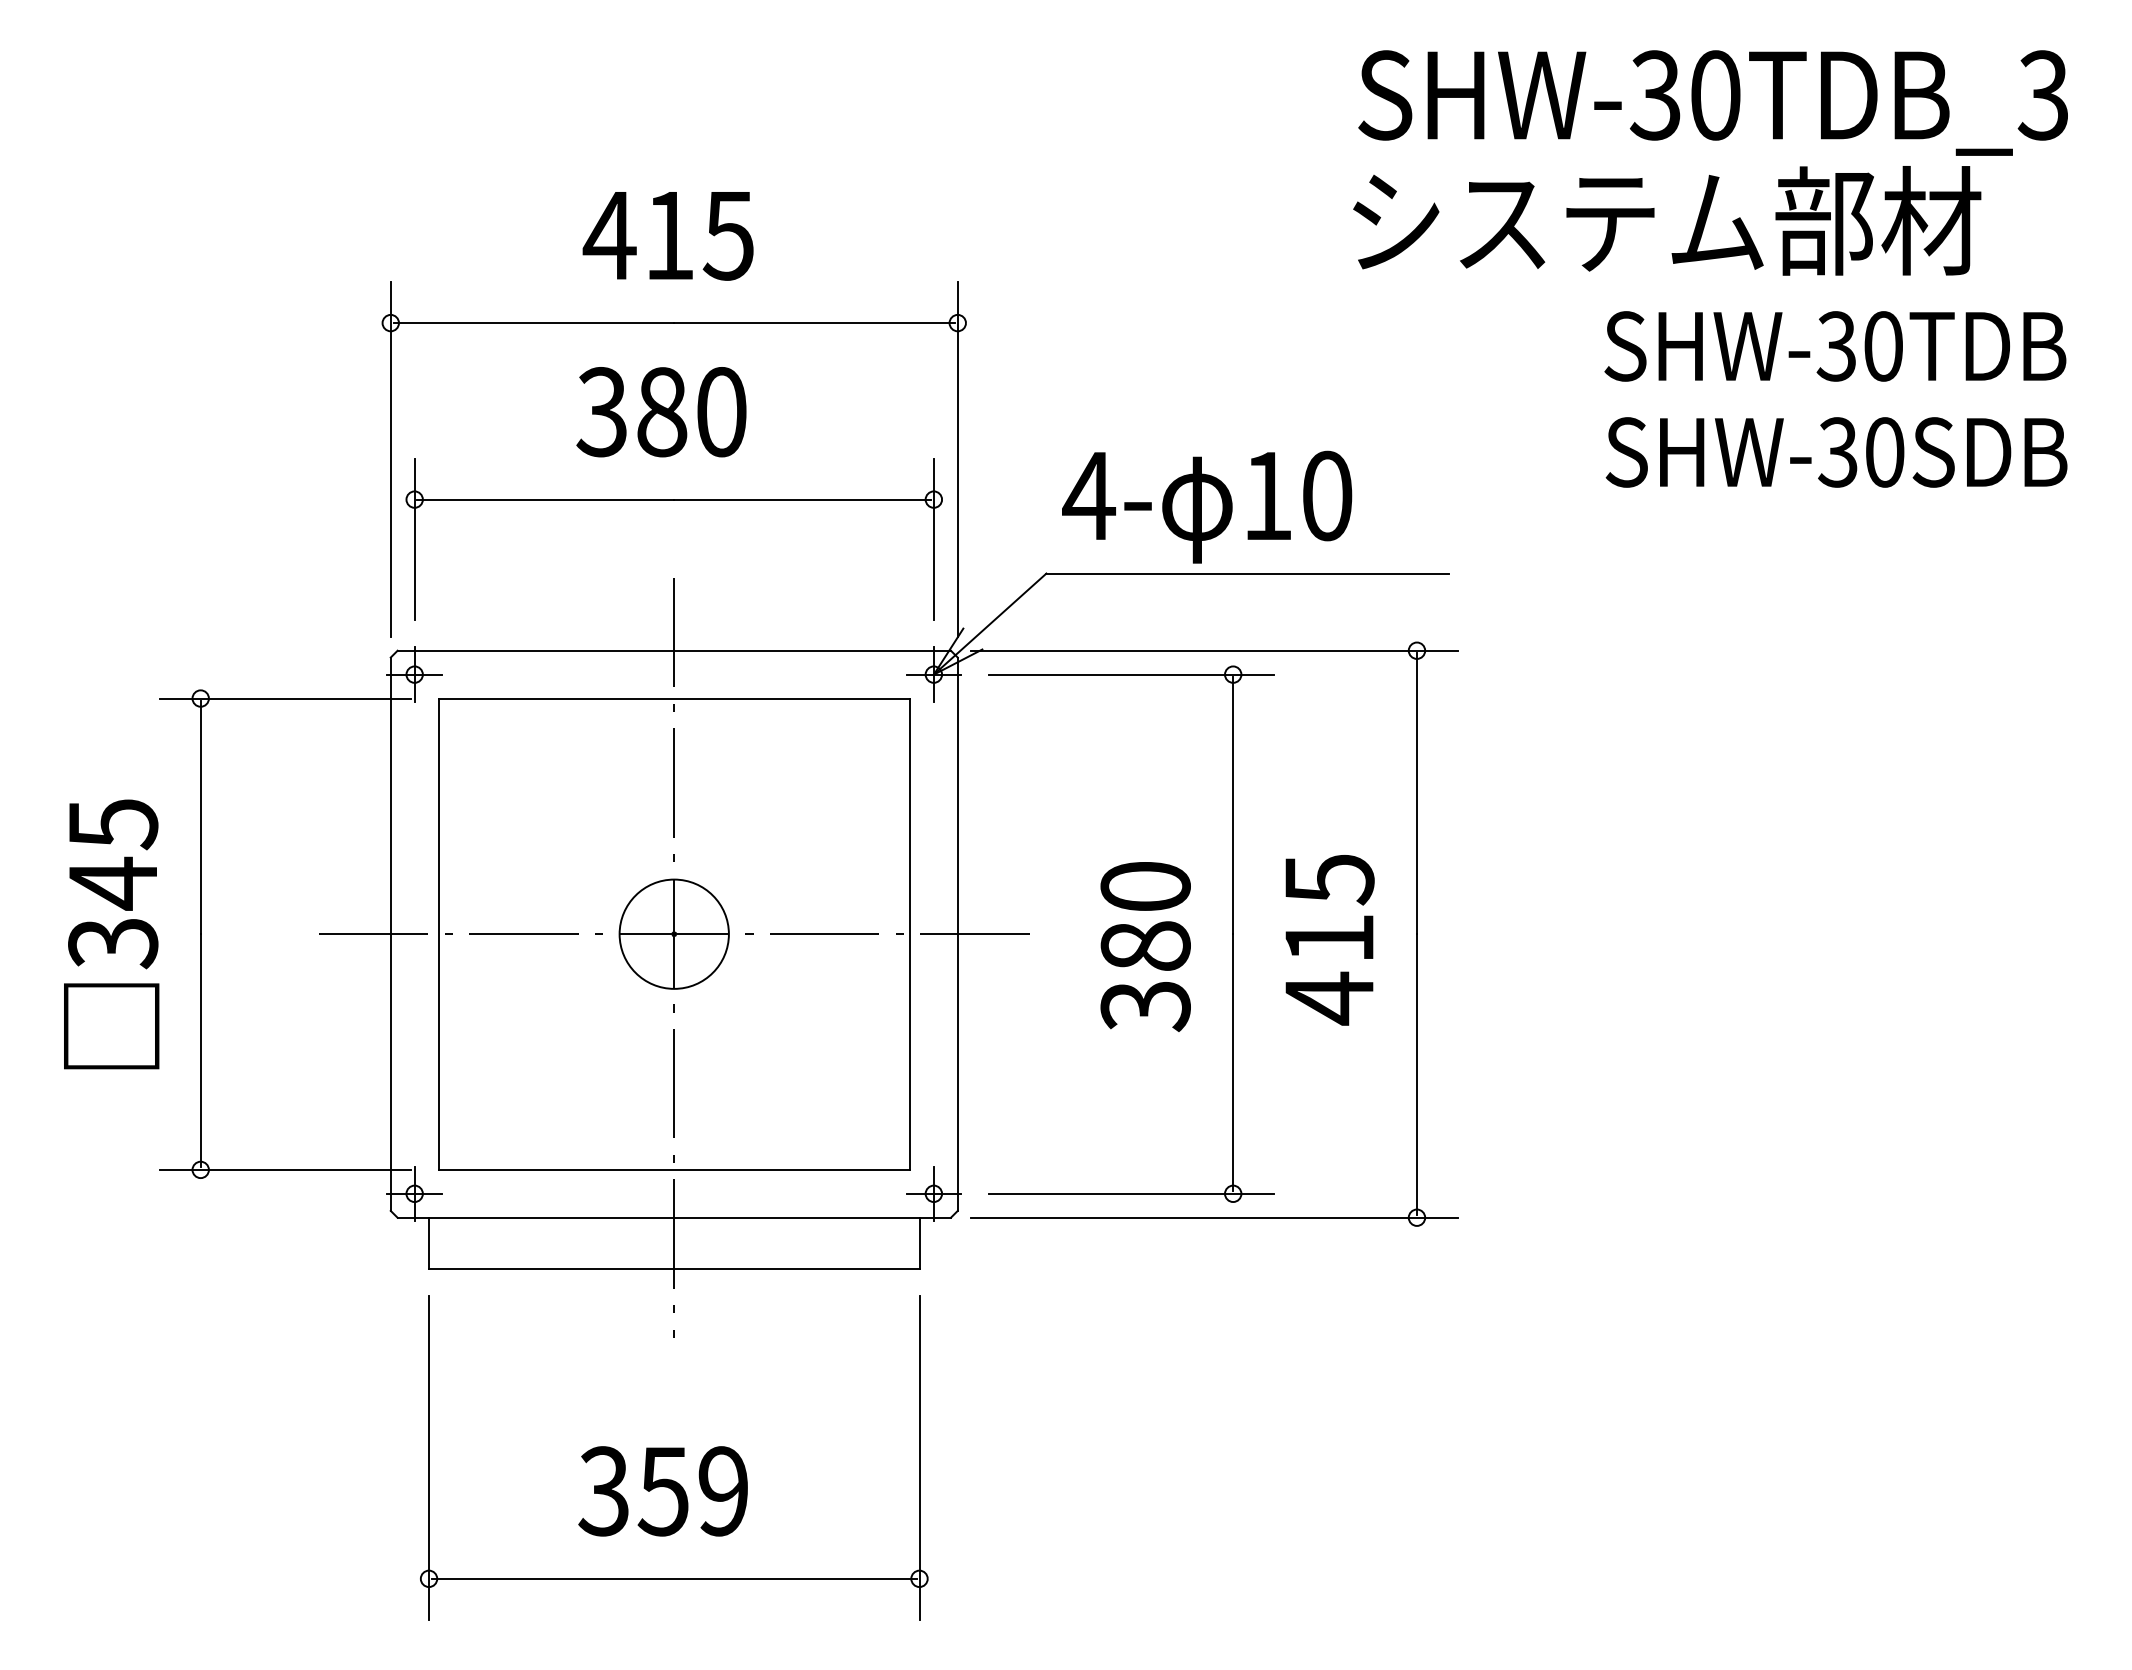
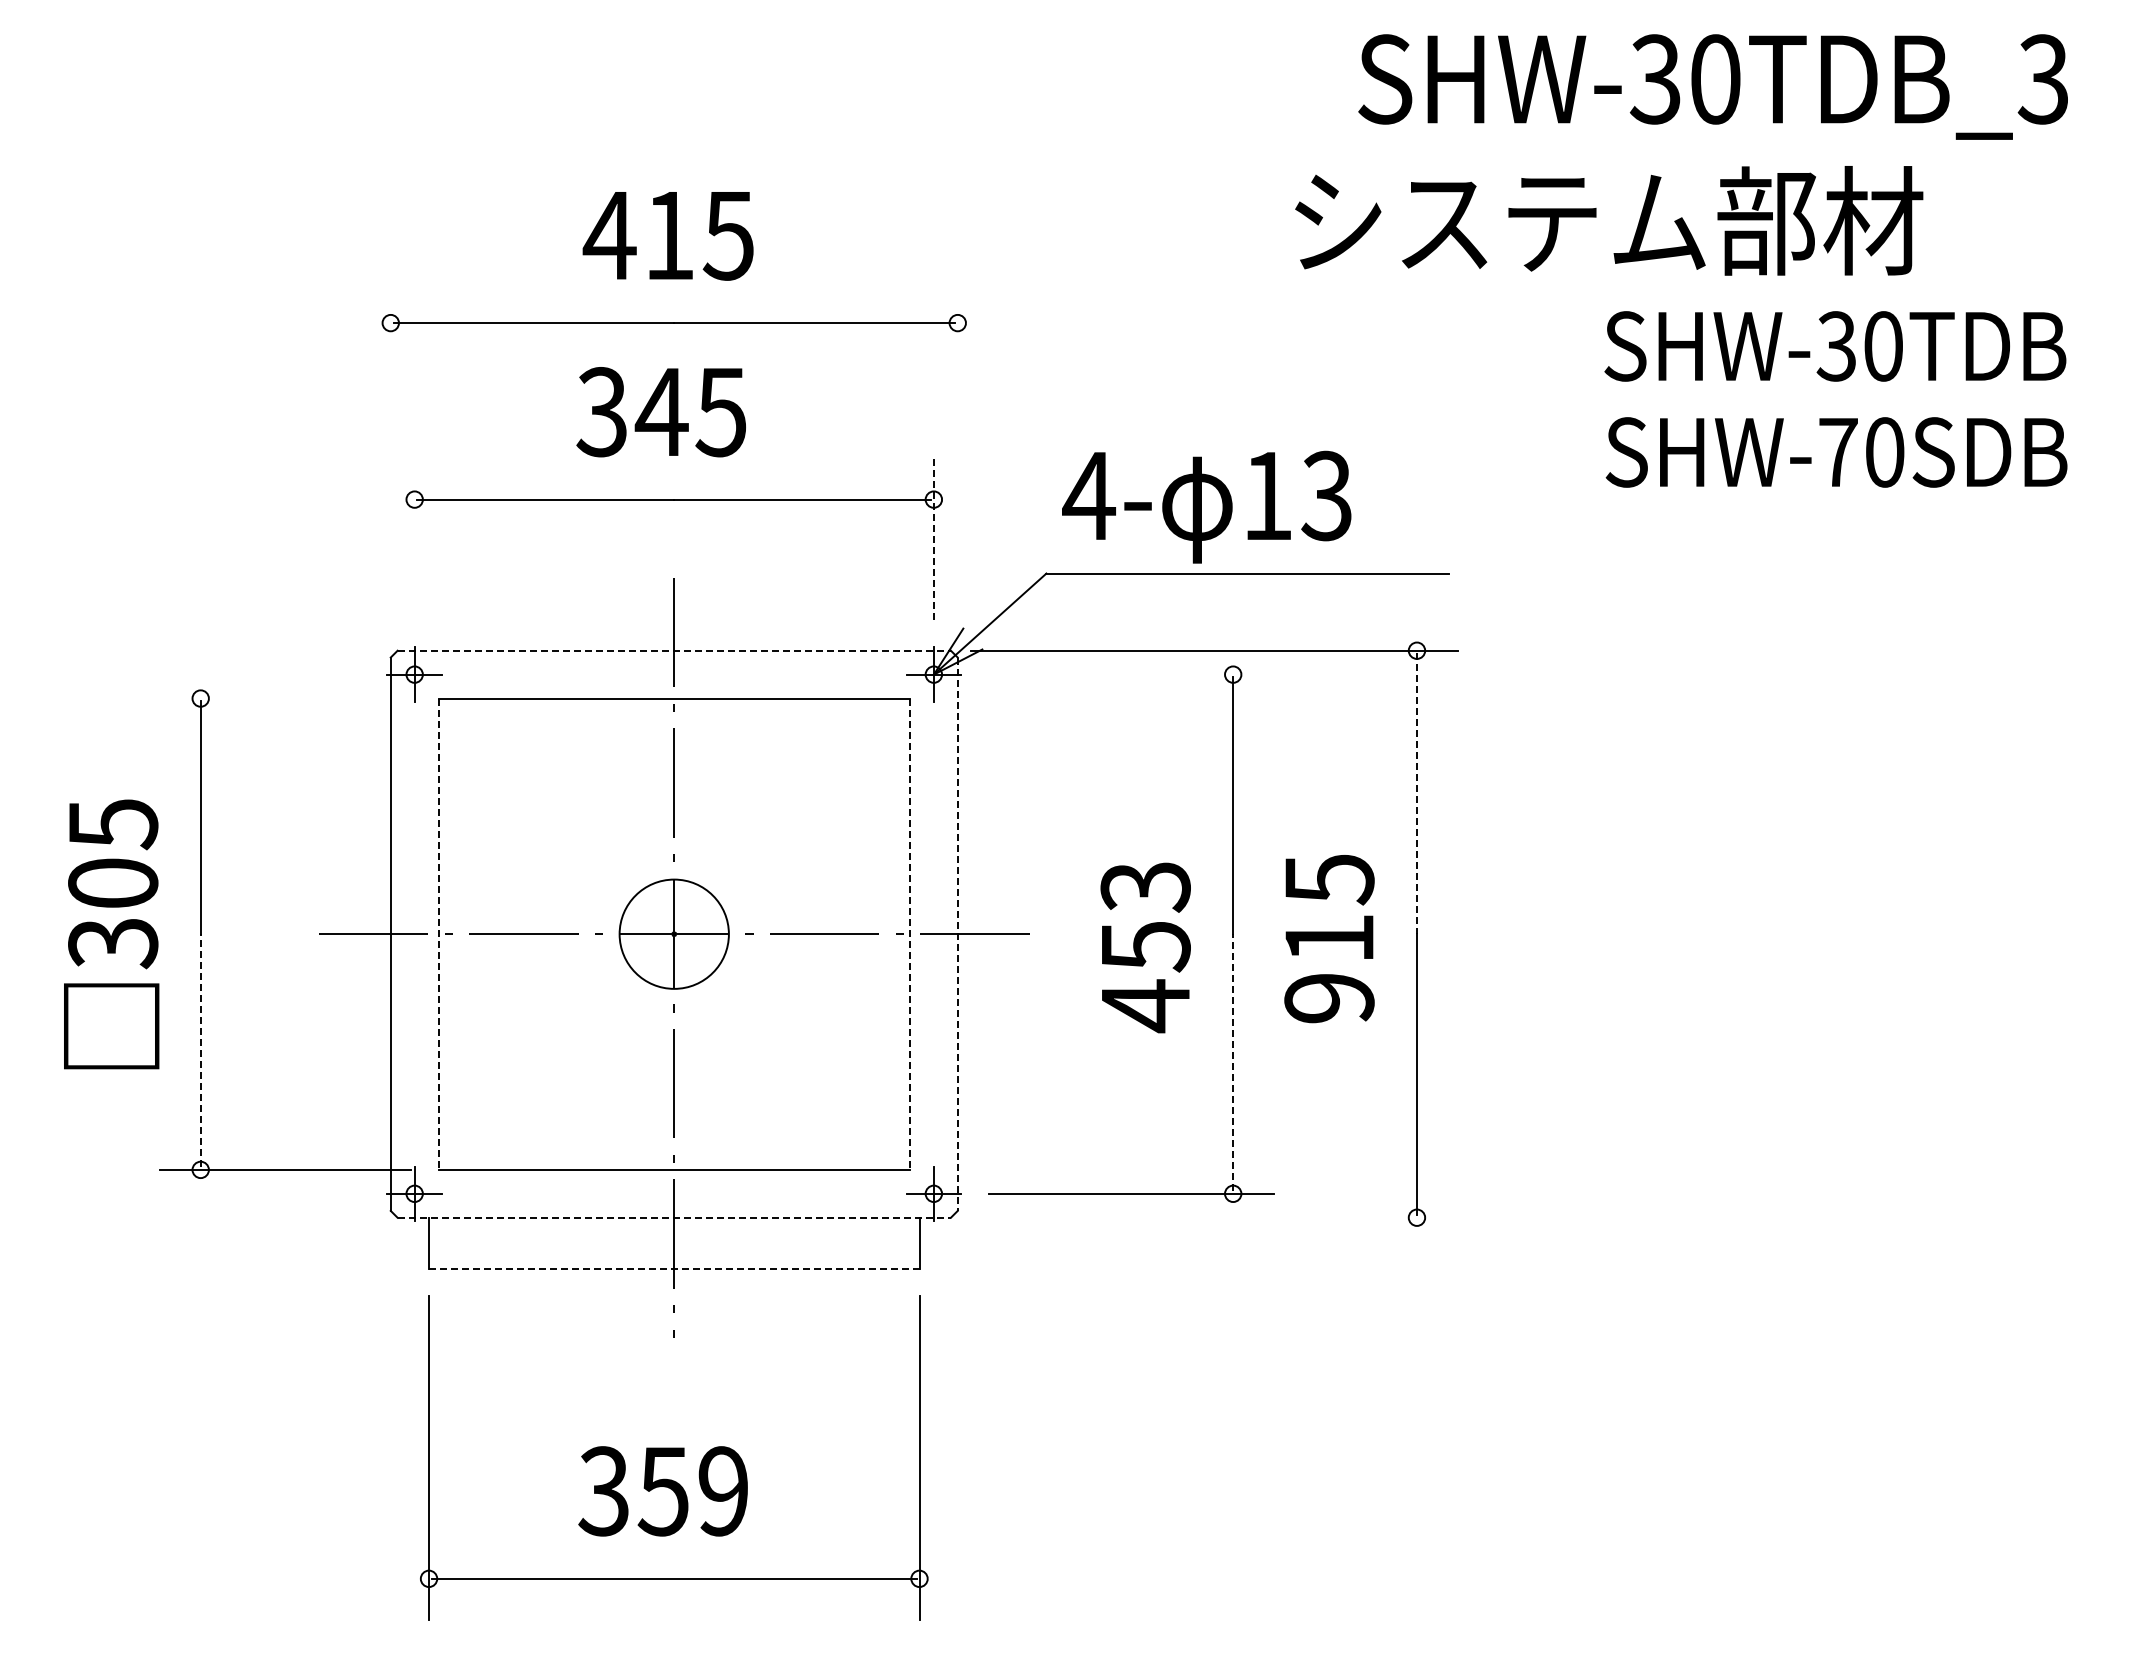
text at (1712, 102) position: (1712, 102) -> (1712, 86)
text at (1667, 220) position: (1667, 220) -> (1609, 220)
text at (690, 412): 380 -> 345
text at (1837, 452): SHW-30SDB -> SHW-70SDB
line at (390, 459): present -> none
line at (957, 459): present -> none
text at (1326, 495): 10 -> 13
line at (414, 539): present -> none
line at (933, 539): solid -> dashed
line at (674, 650): solid -> dashed
line at (1131, 674): present -> none
line at (285, 698): present -> none
line at (1416, 794): solid -> dashed
text at (113, 883): 345 -> 305
line at (438, 934): solid -> dashed
line at (909, 934): solid -> dashed
line at (957, 934): solid -> dashed
text at (1145, 947): 380 -> 453
text at (1329, 998): 415 -> 915
line at (200, 1050): solid -> dashed
line at (1233, 1062): solid -> dashed
line at (674, 1217): solid -> dashed
line at (1214, 1217): present -> none
line at (673, 1268): solid -> dashed
